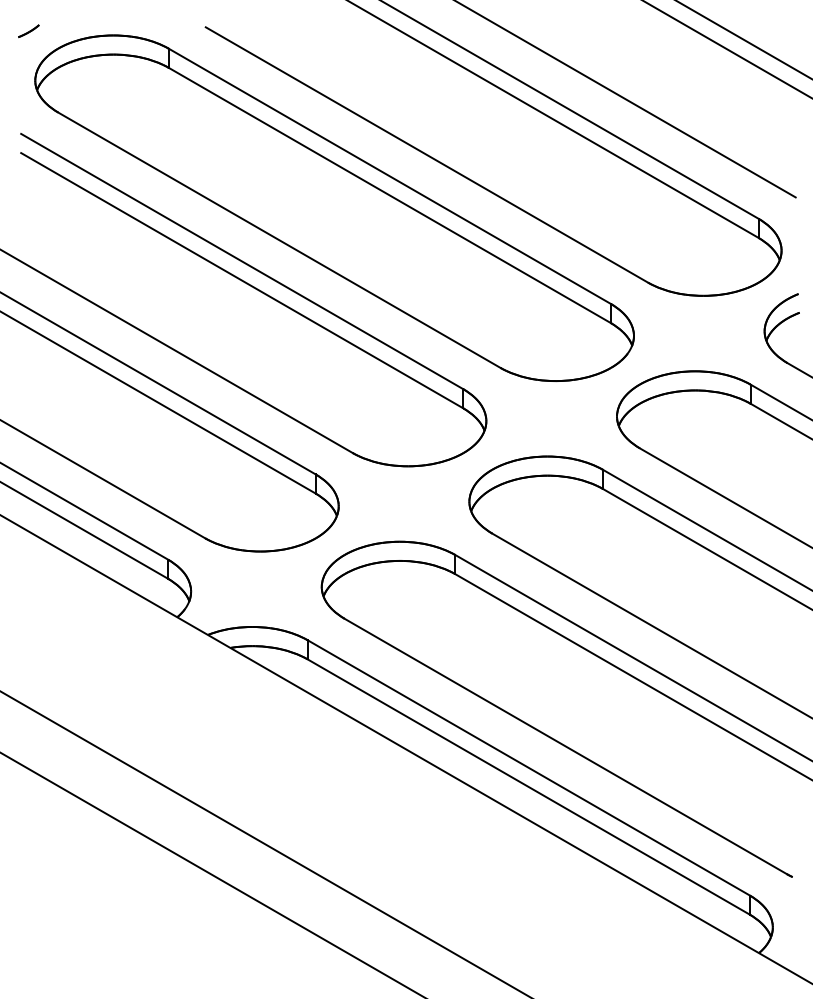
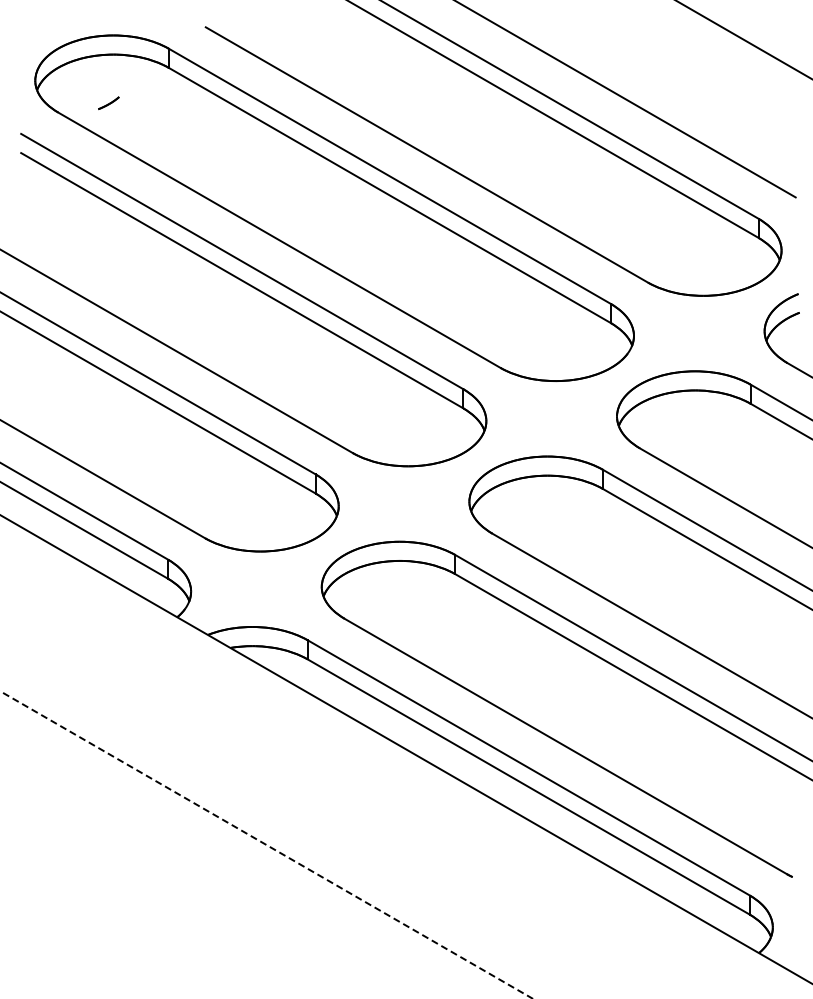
line at (28, 31) position: (28, 31) -> (108, 103)
line at (727, 49): present -> none
line at (266, 845): solid -> dashed
line at (211, 874): present -> none
